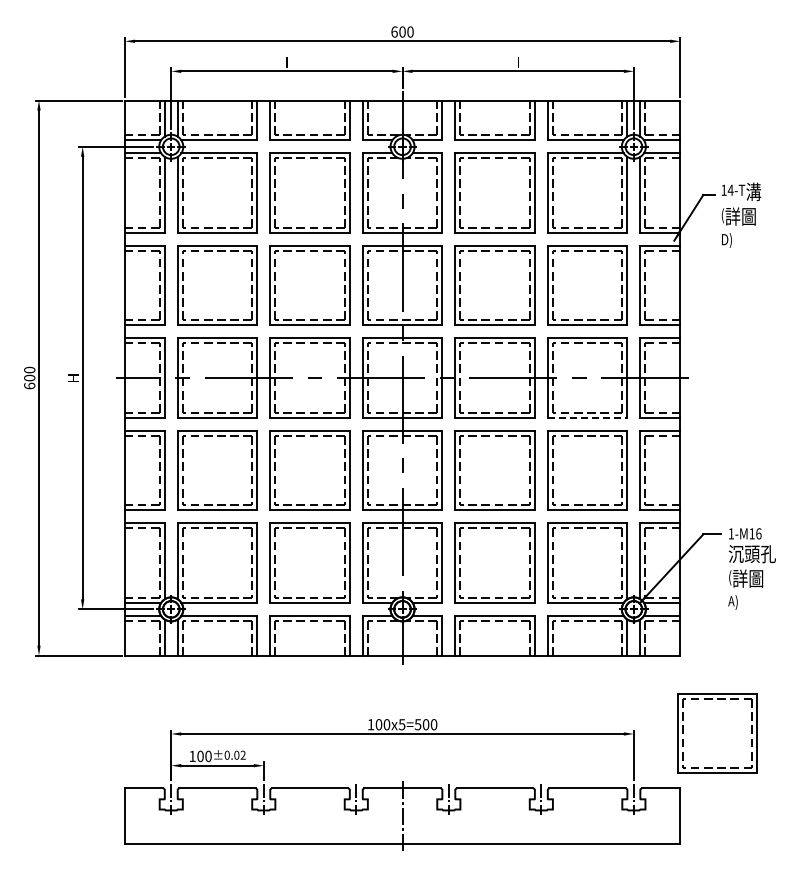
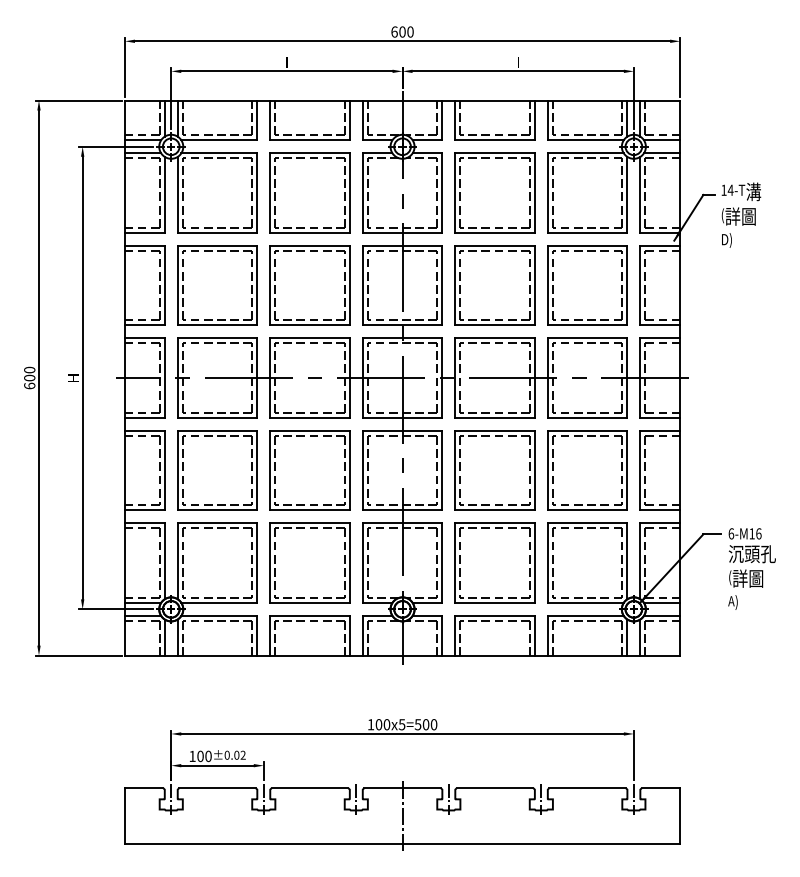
line at (587, 417): dashed -> solid
text at (731, 533): 1-M16 -> 6-M16
part at (717, 733): present -> none
